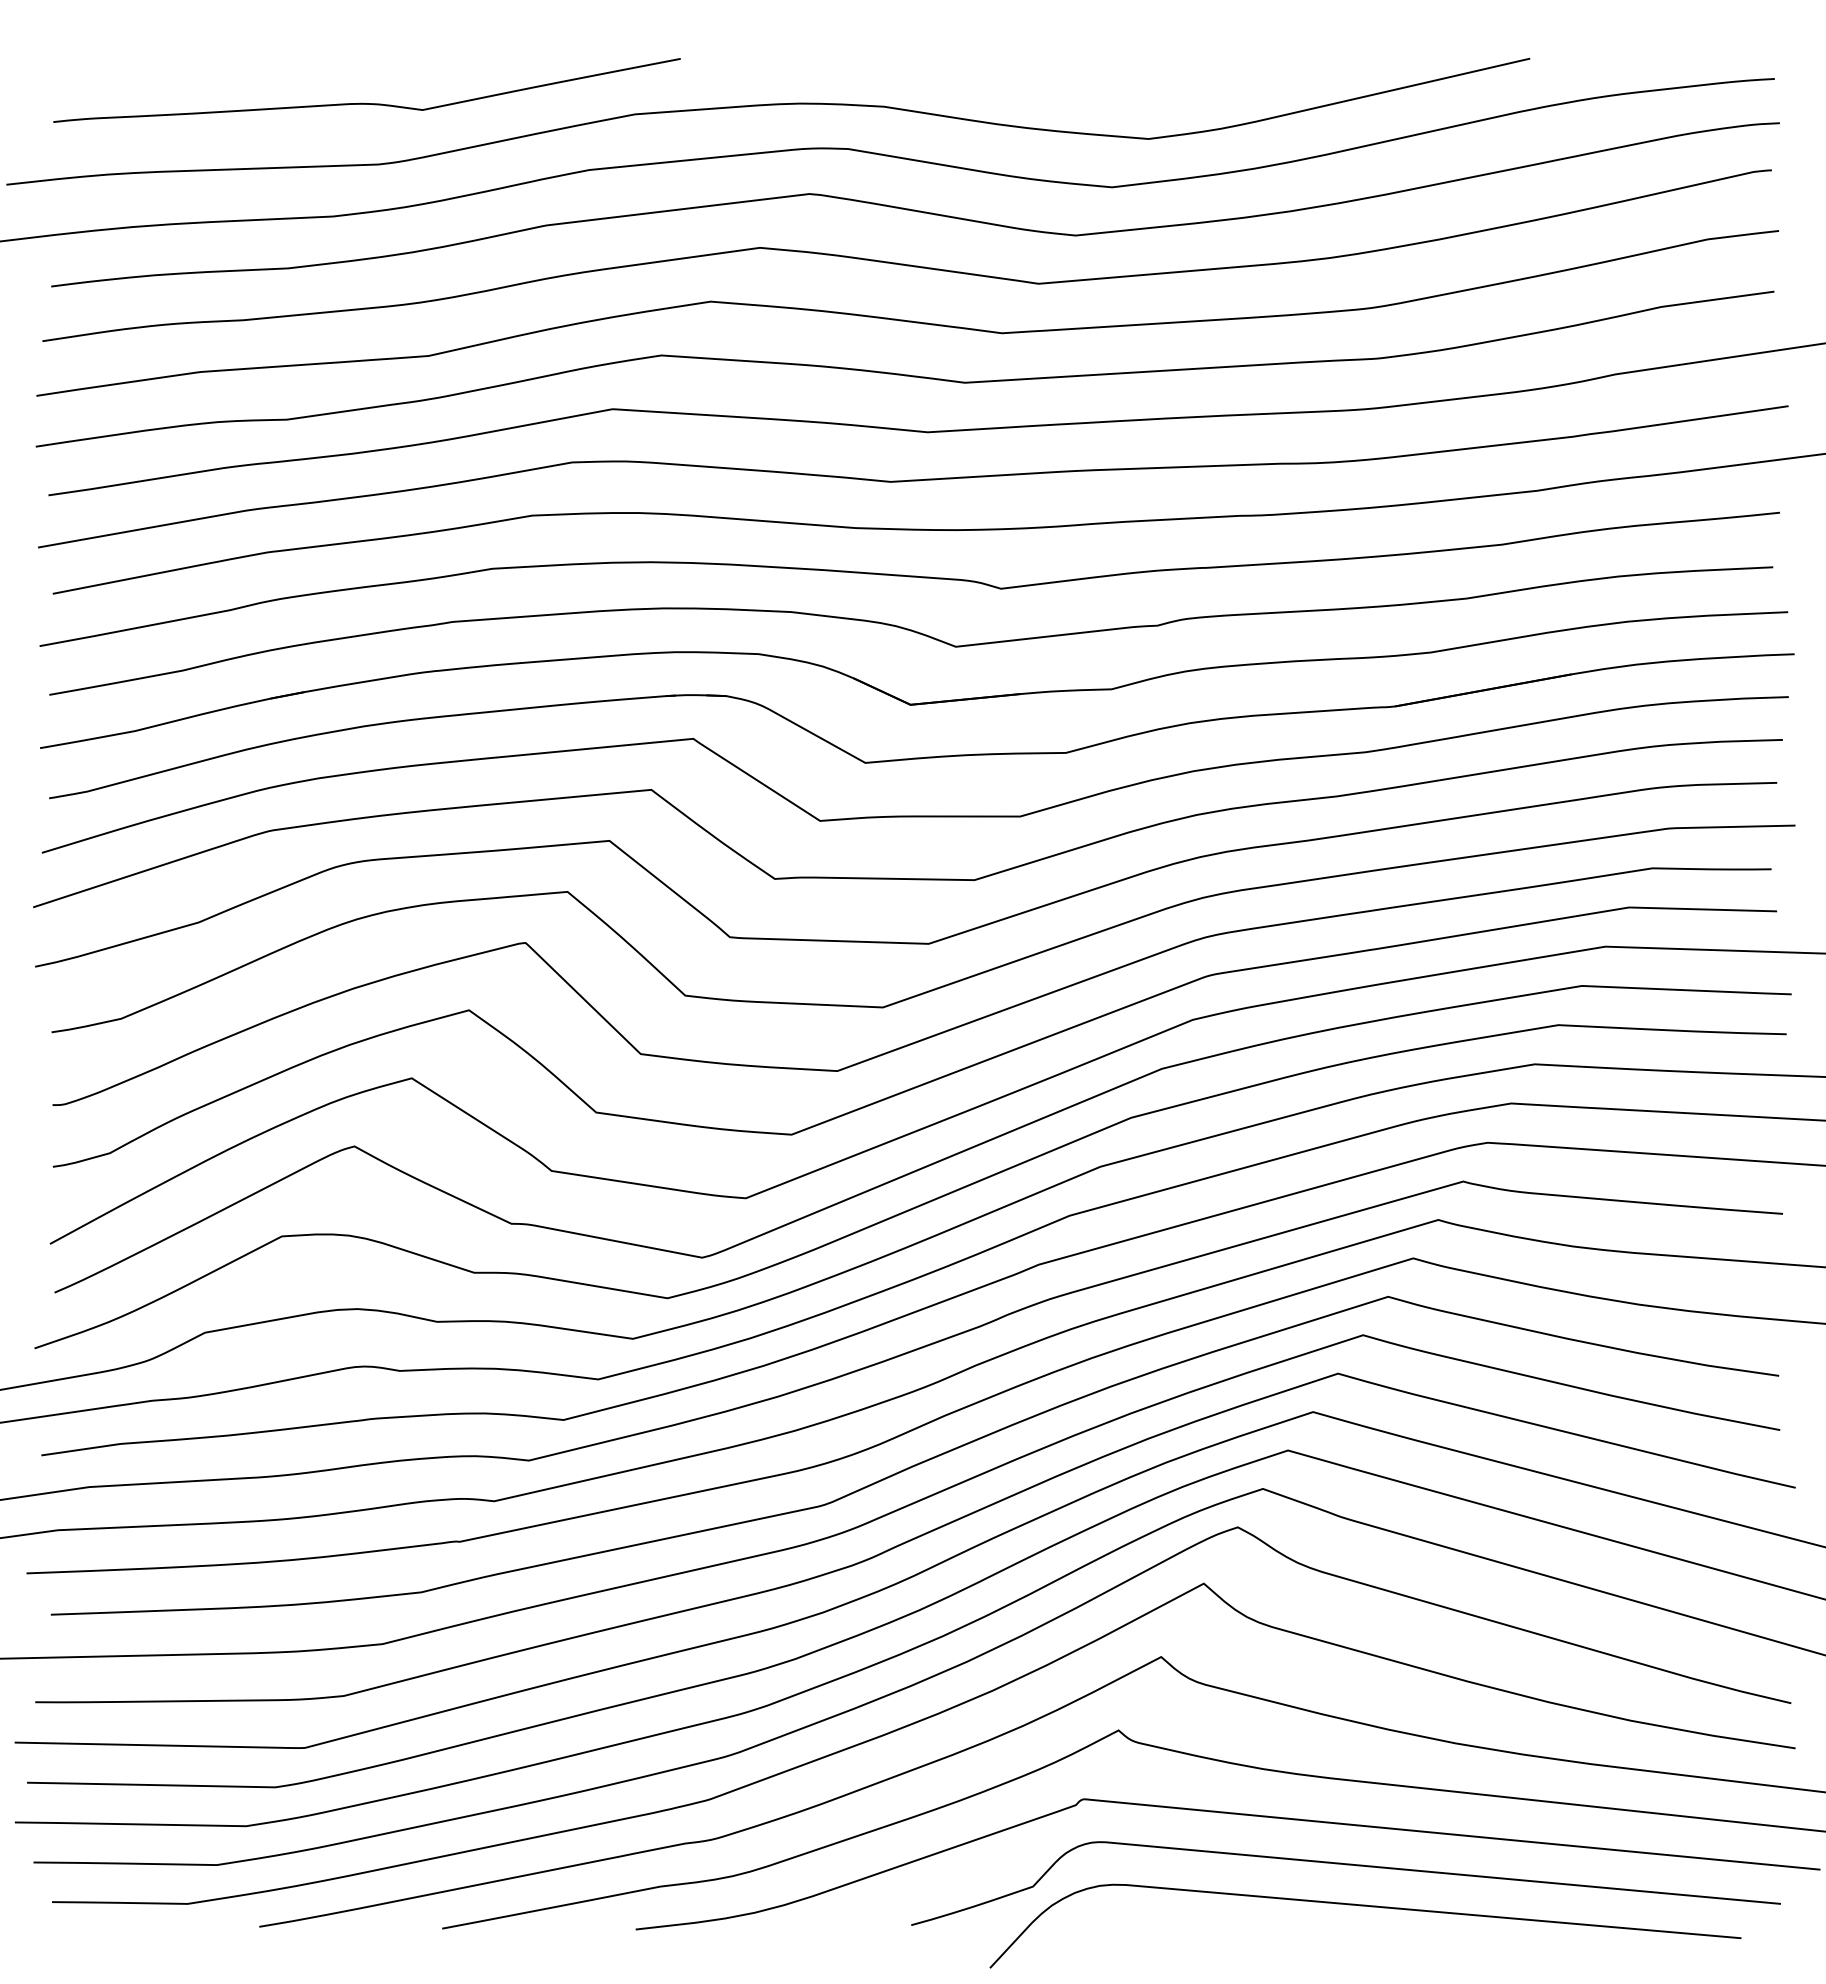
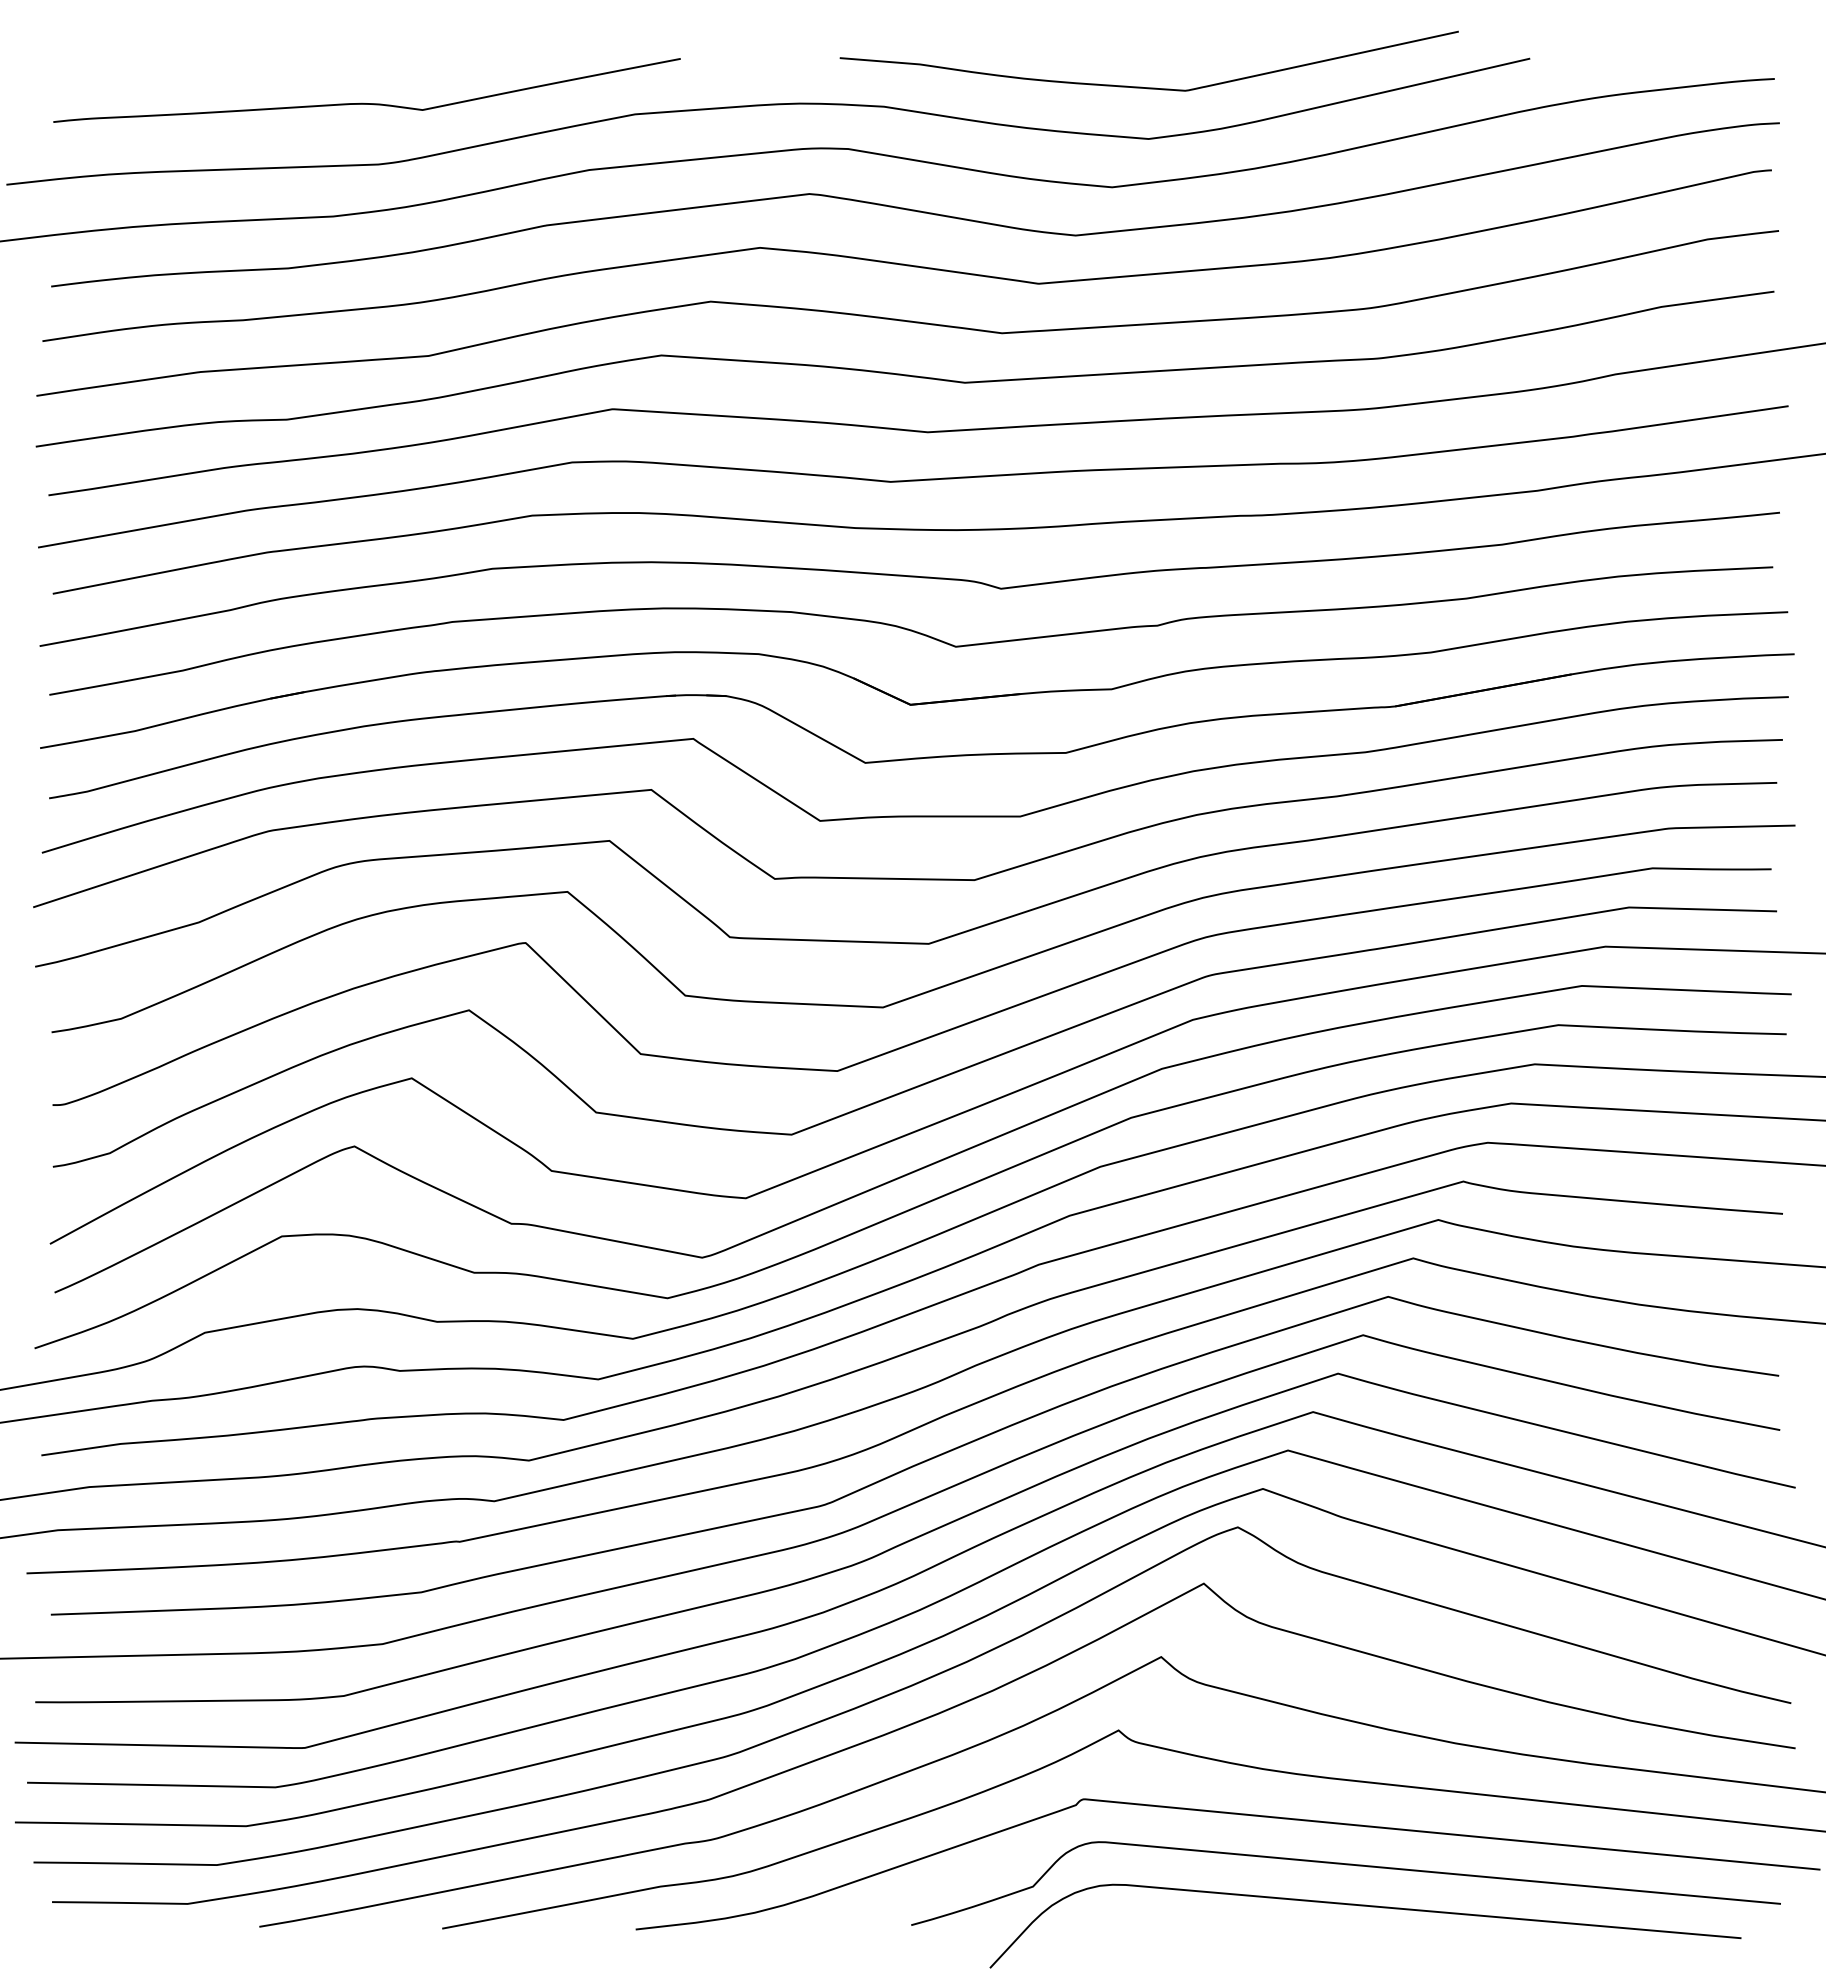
curve at (1141, 86): none -> present
